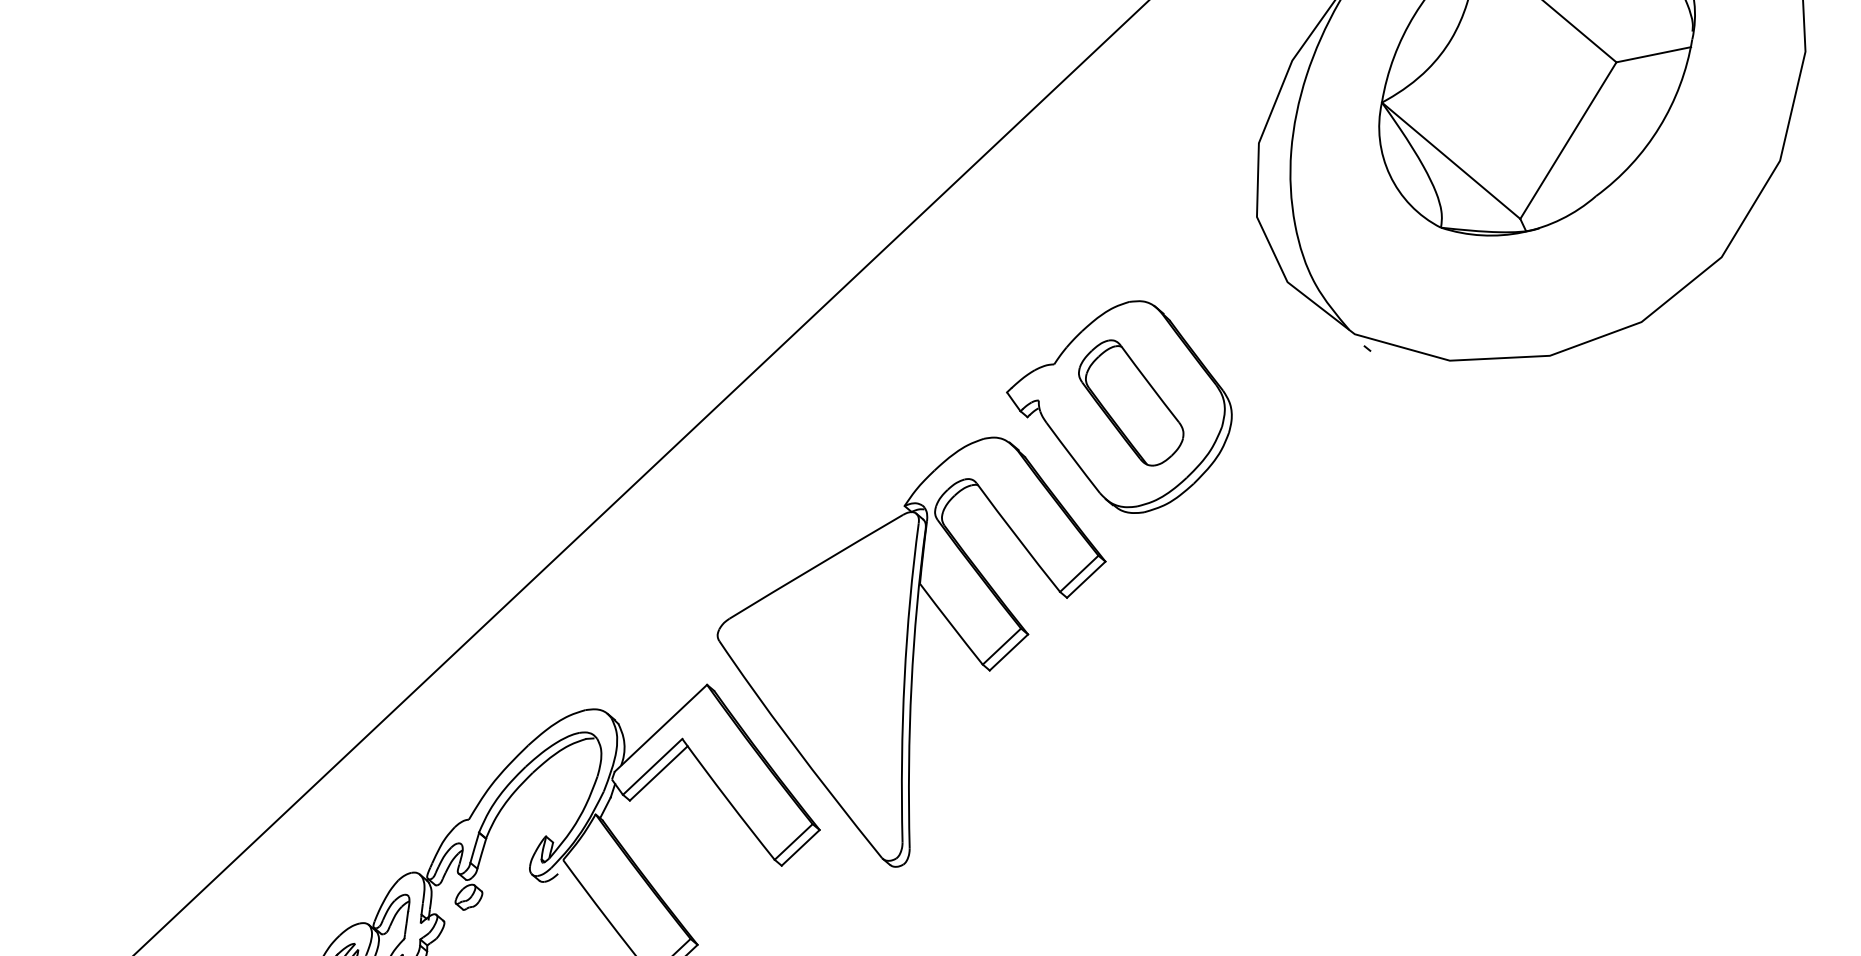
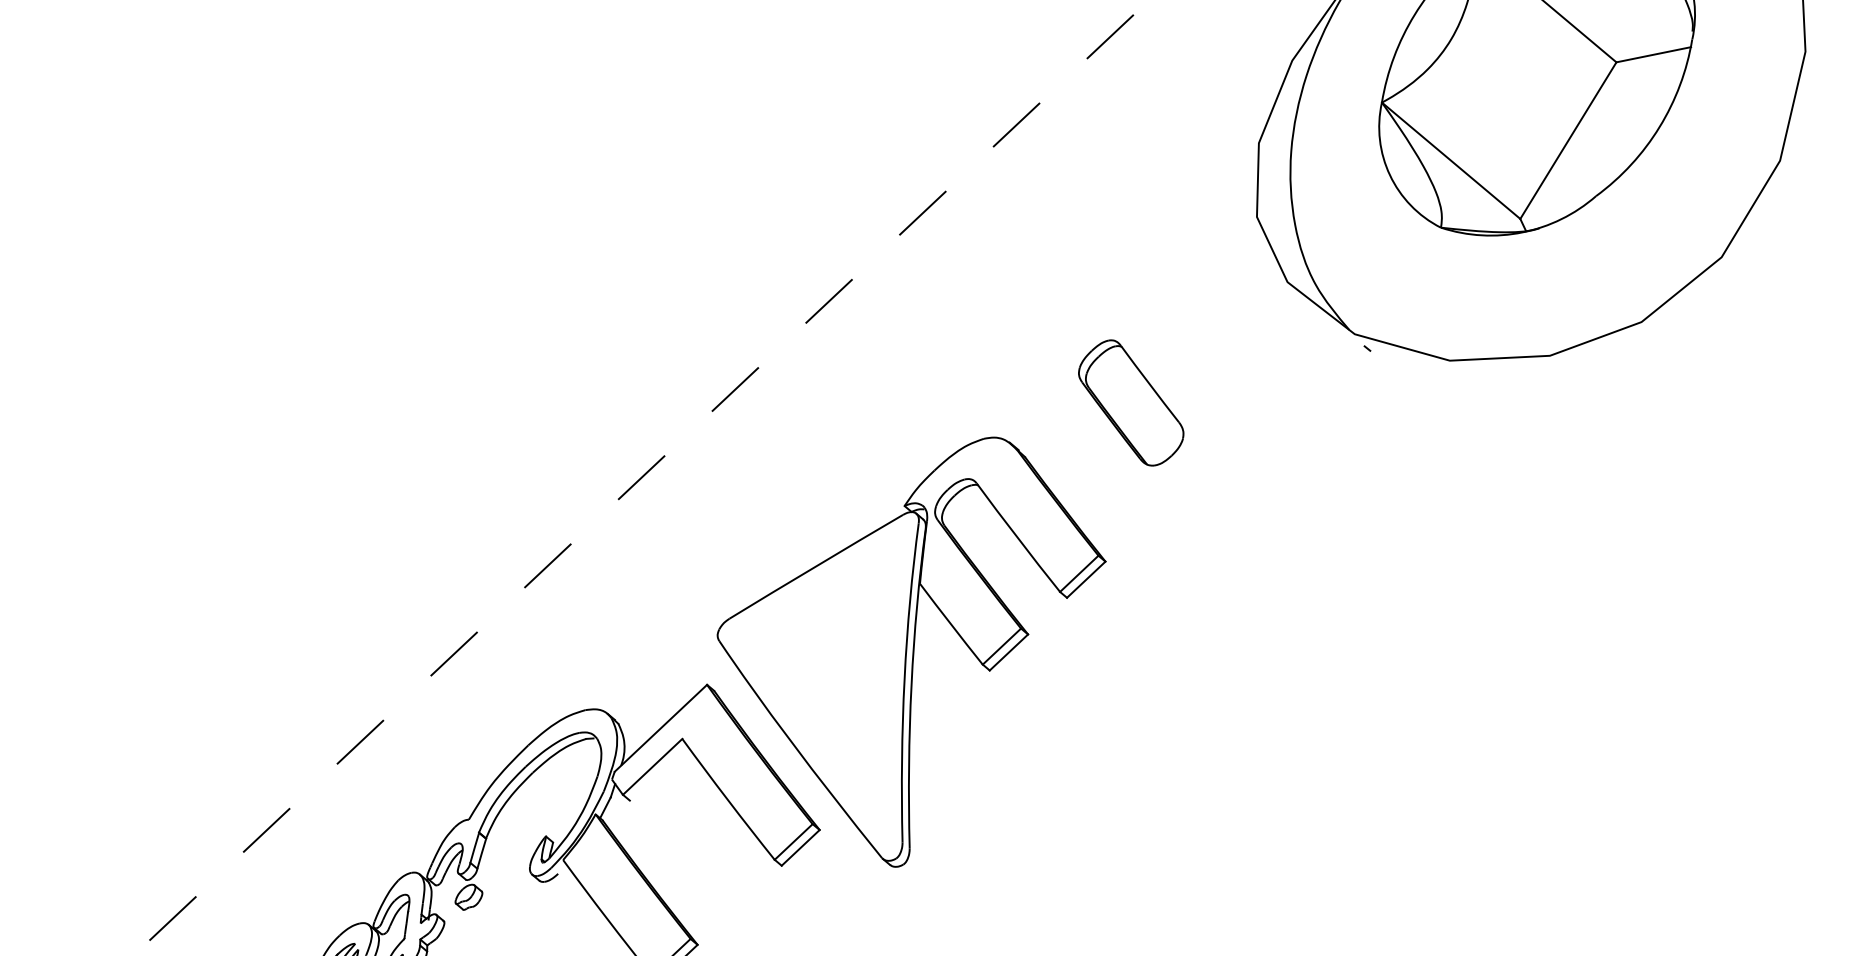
part at (1119, 406): present -> none
line at (641, 478): solid -> dashed
line at (658, 773): present -> none
